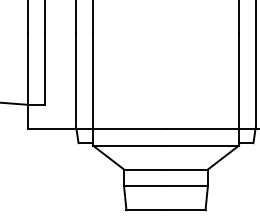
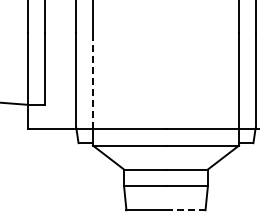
line at (92, 80): solid -> dashed
line at (185, 210): solid -> dashed
